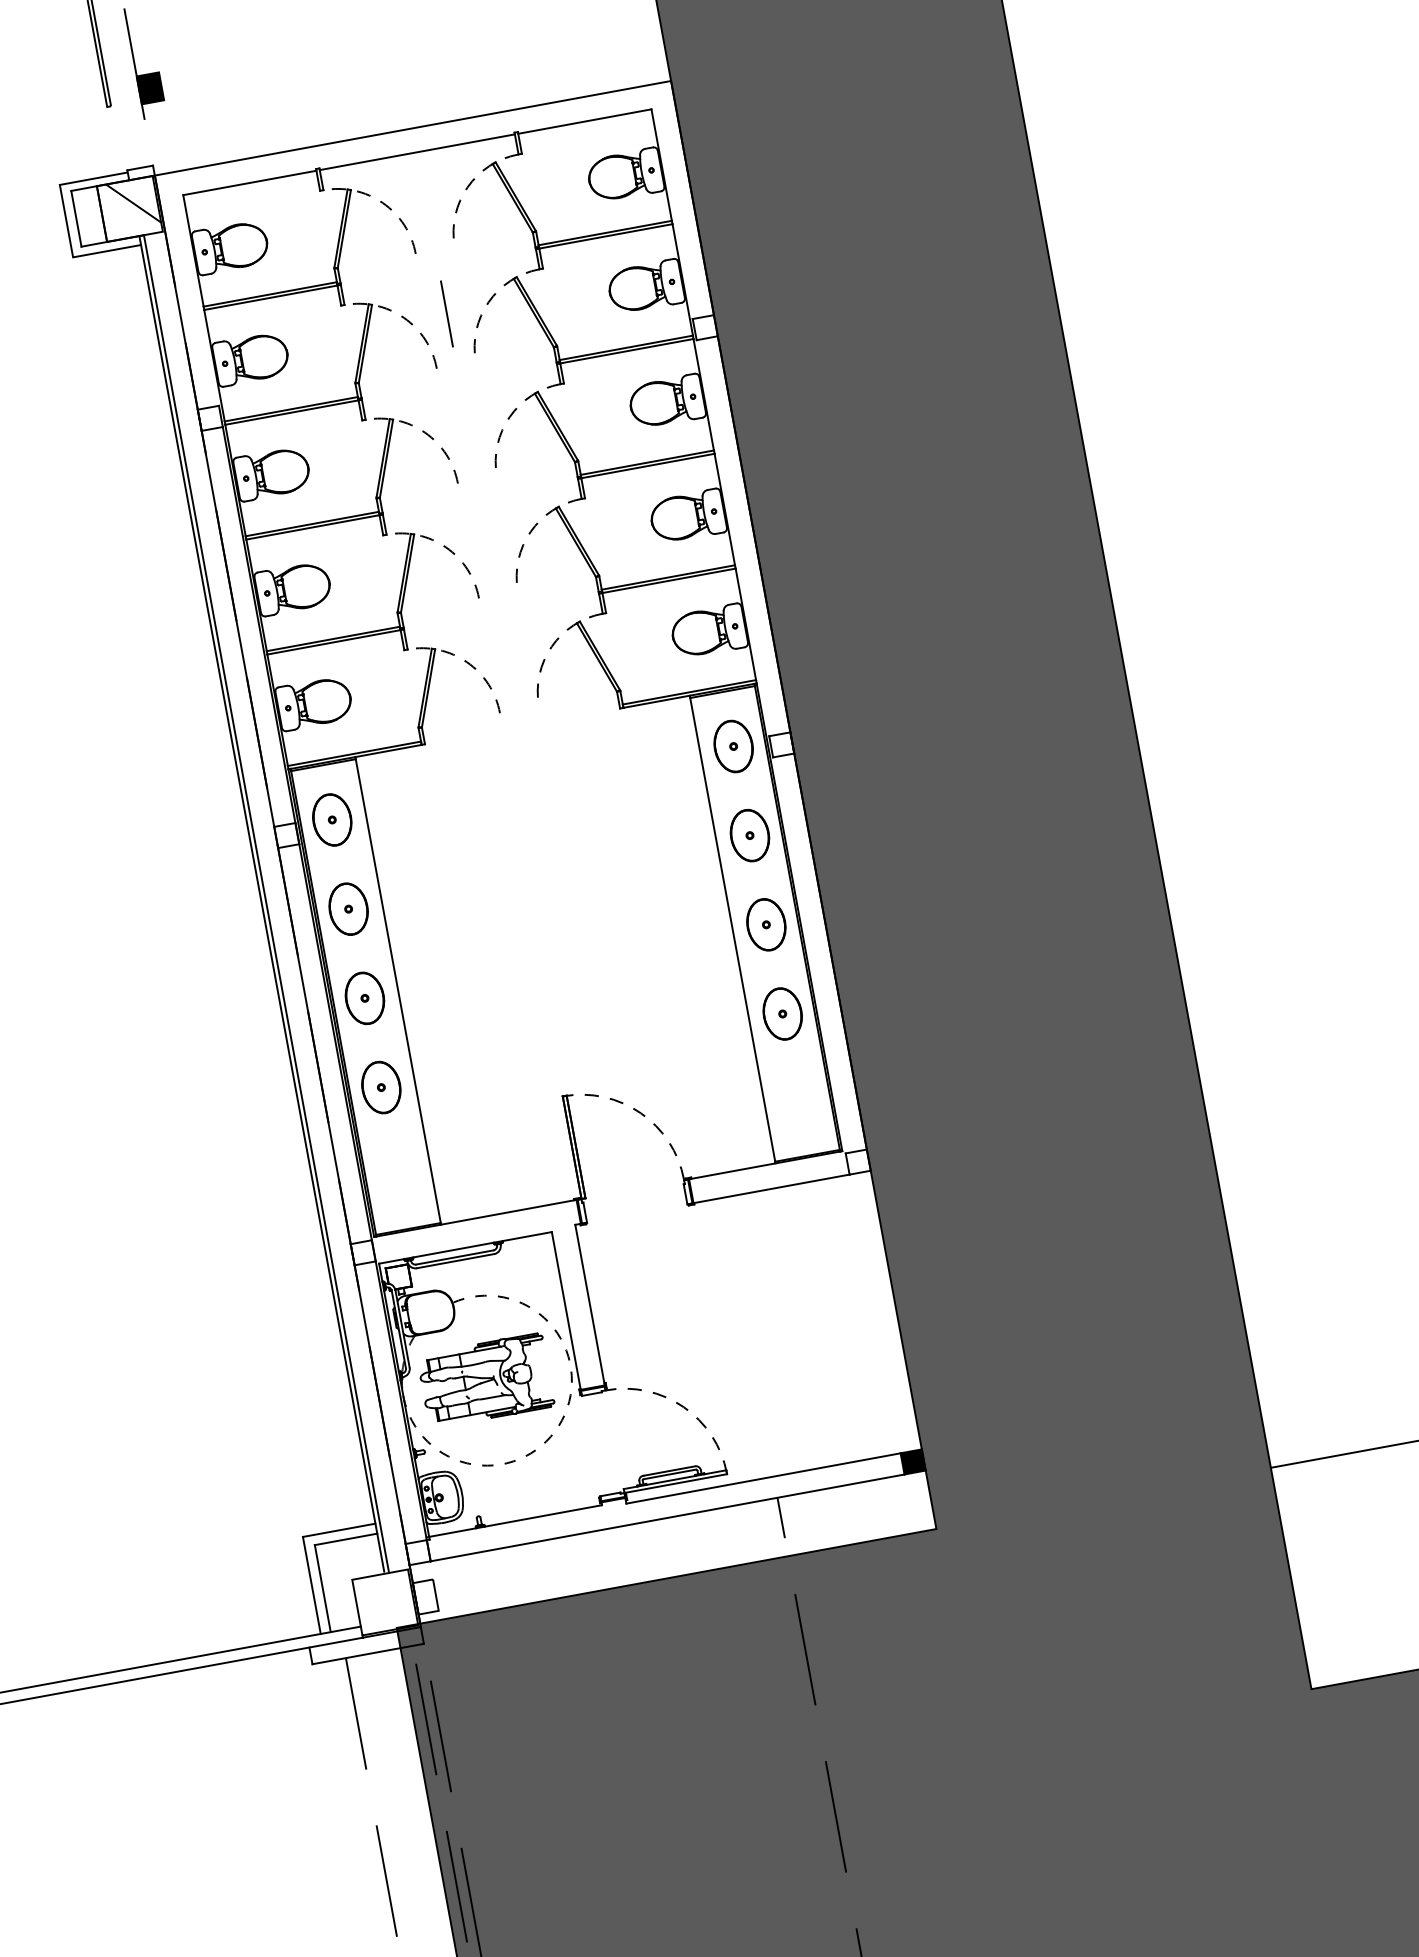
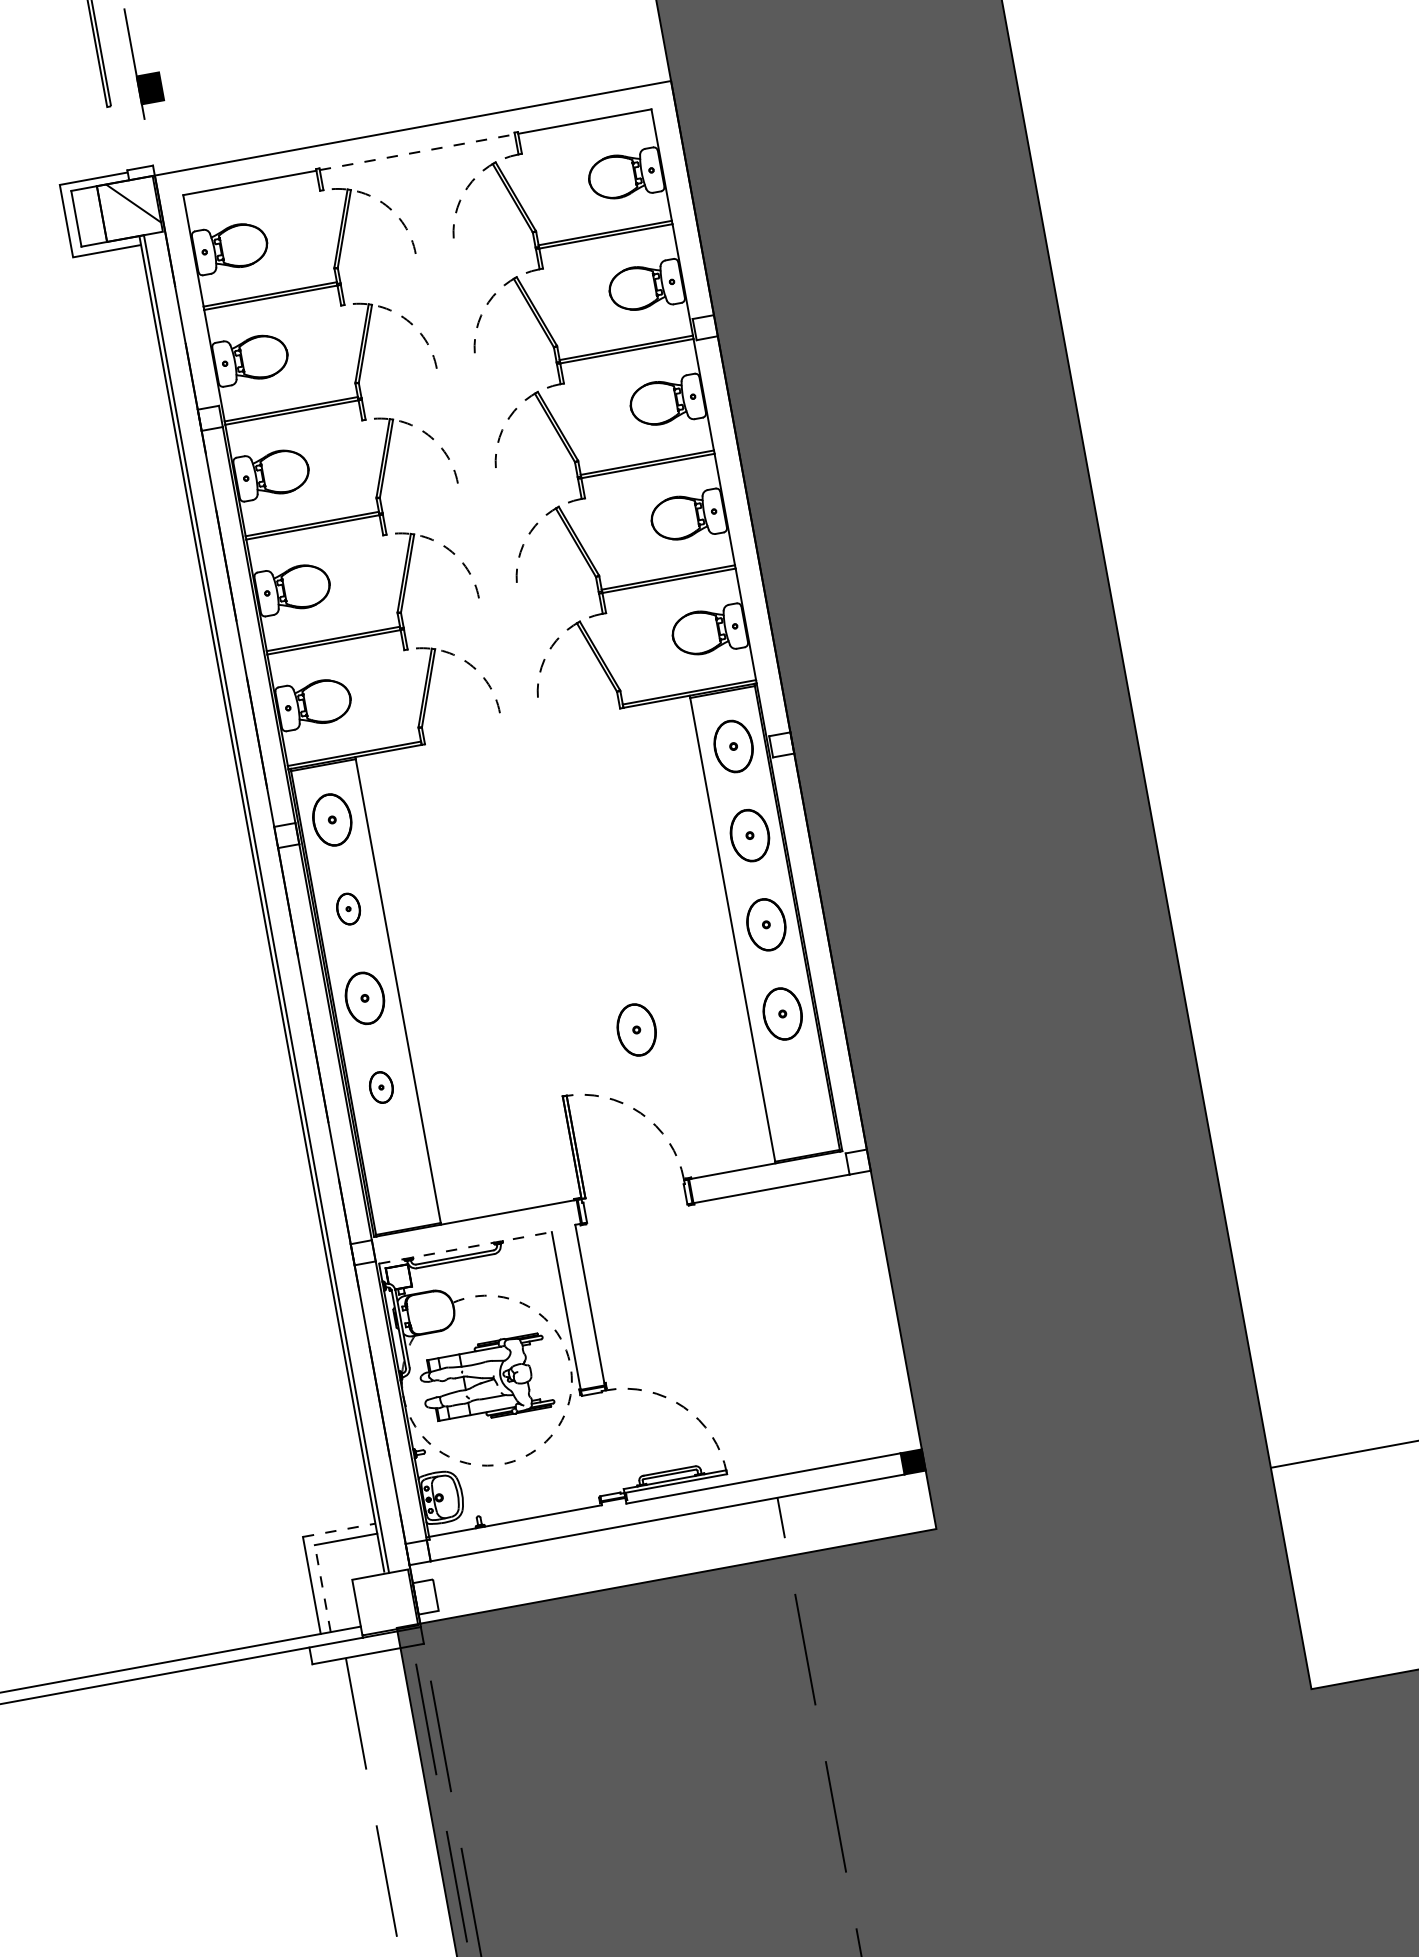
line at (417, 152): solid -> dashed
line at (446, 313): present -> none
part at (348, 908) size: 41x54 px -> 26x34 px
part at (636, 1029): none -> present
part at (381, 1087) size: 41x55 px -> 25x33 px
line at (465, 1247): solid -> dashed
line at (339, 1530): solid -> dashed
line at (322, 1588): solid -> dashed
